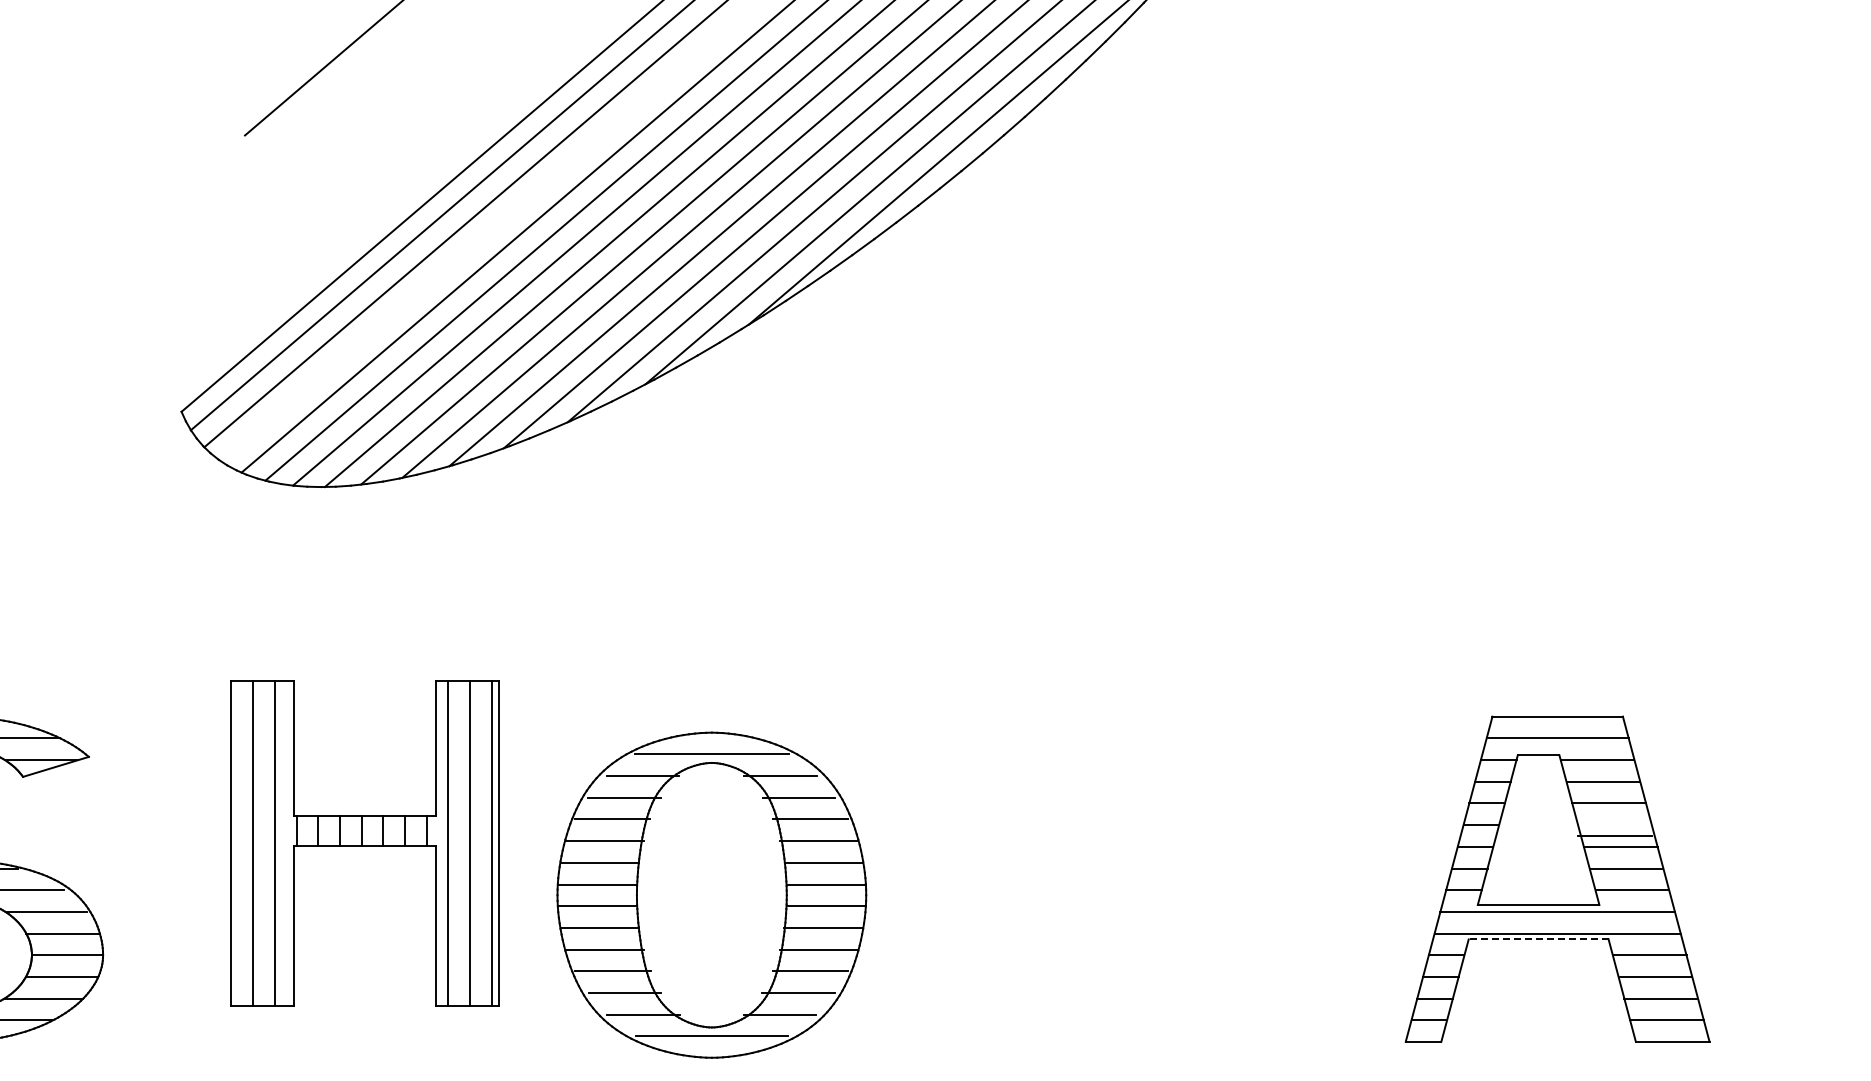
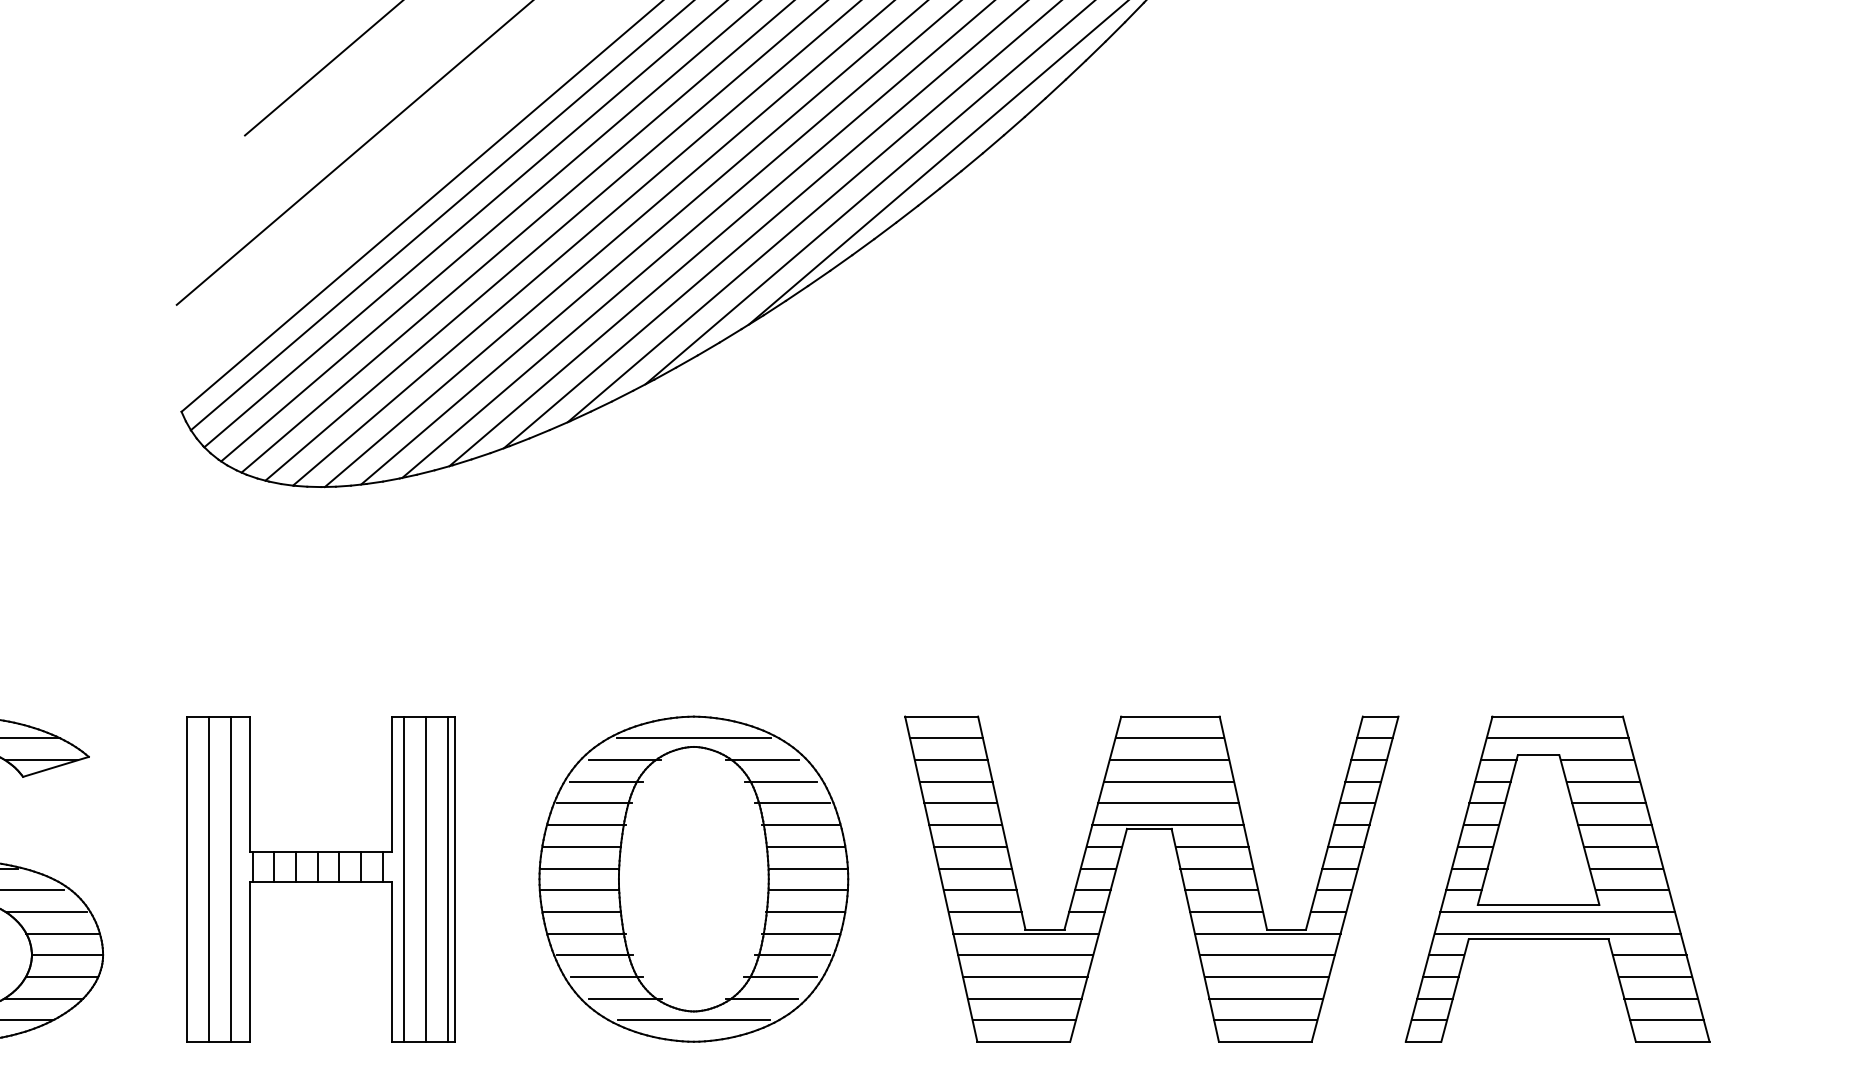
line at (353, 153): none -> present
line at (489, 231): none -> present
line at (1614, 836) position: (1614, 836) -> (1614, 825)
part at (364, 843) position: (364, 843) -> (320, 879)
part at (1180, 874): none -> present
part at (711, 894) position: (711, 894) -> (693, 878)
line at (1538, 939): dashed -> solid
